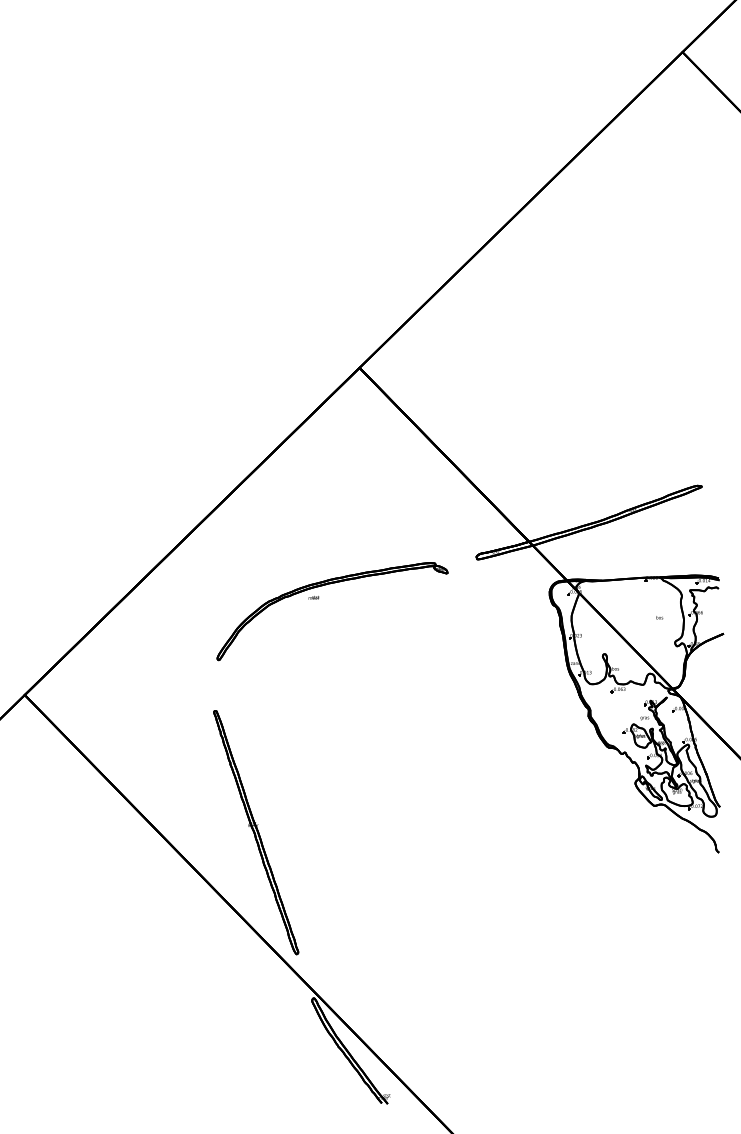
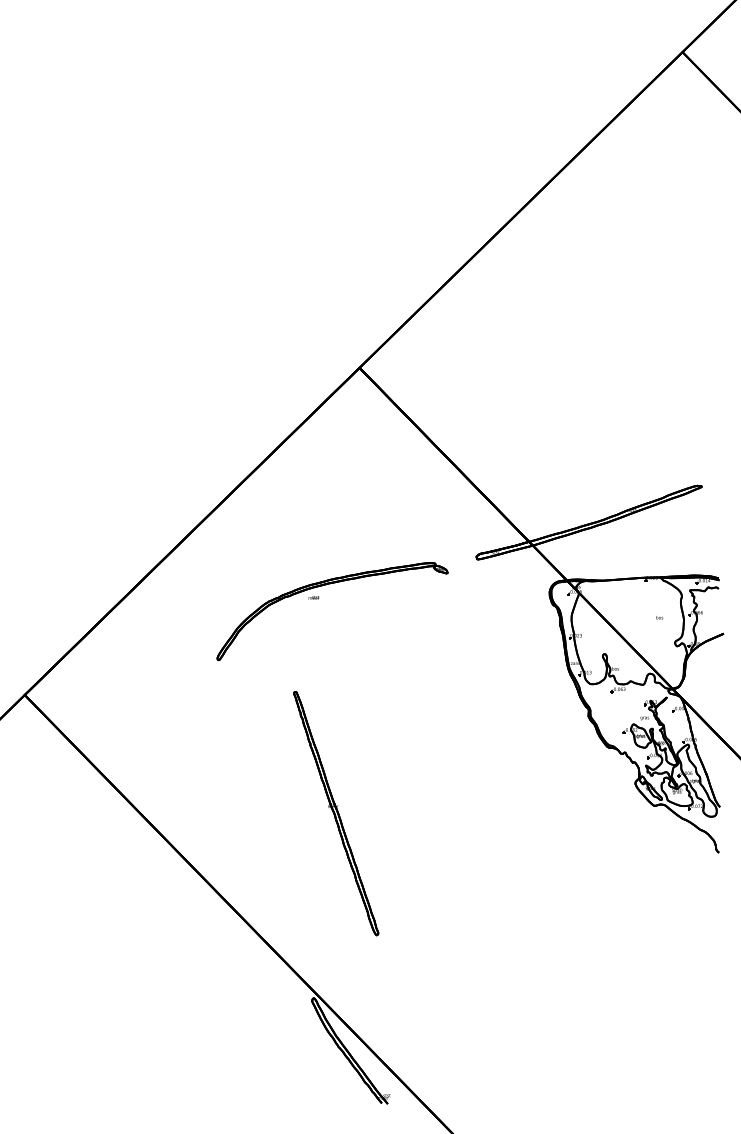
part at (256, 832) position: (256, 832) -> (336, 813)
